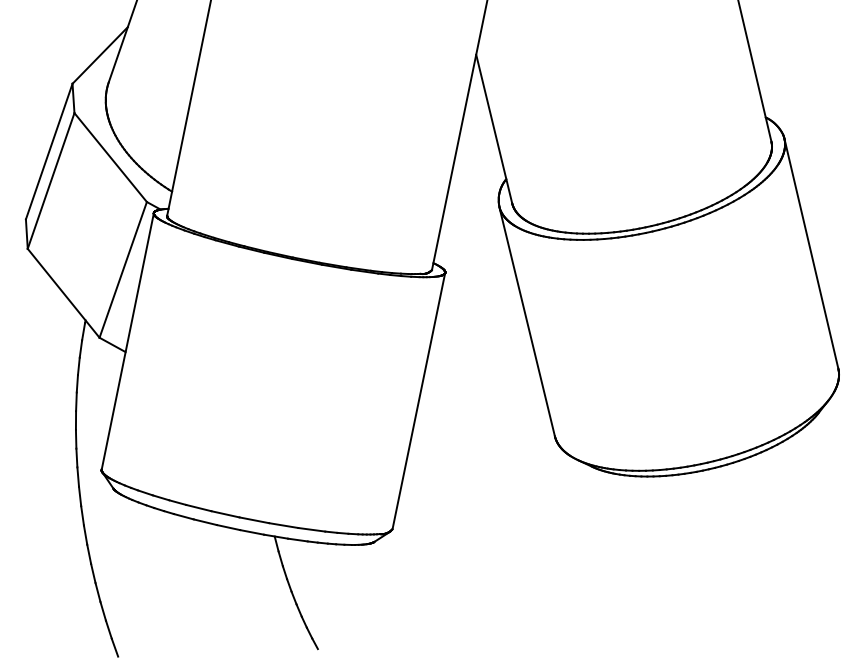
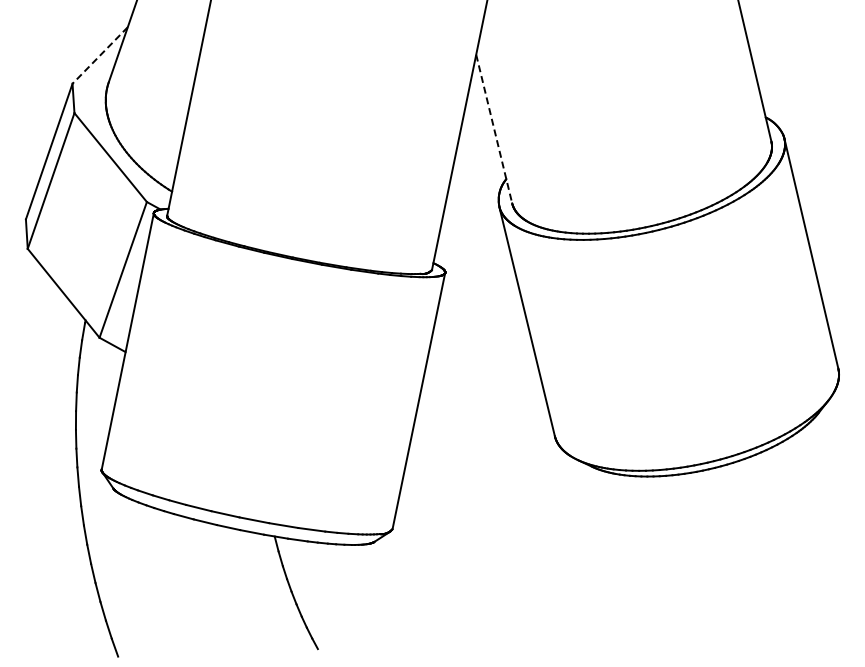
line at (100, 55): solid -> dashed
line at (494, 129): solid -> dashed
